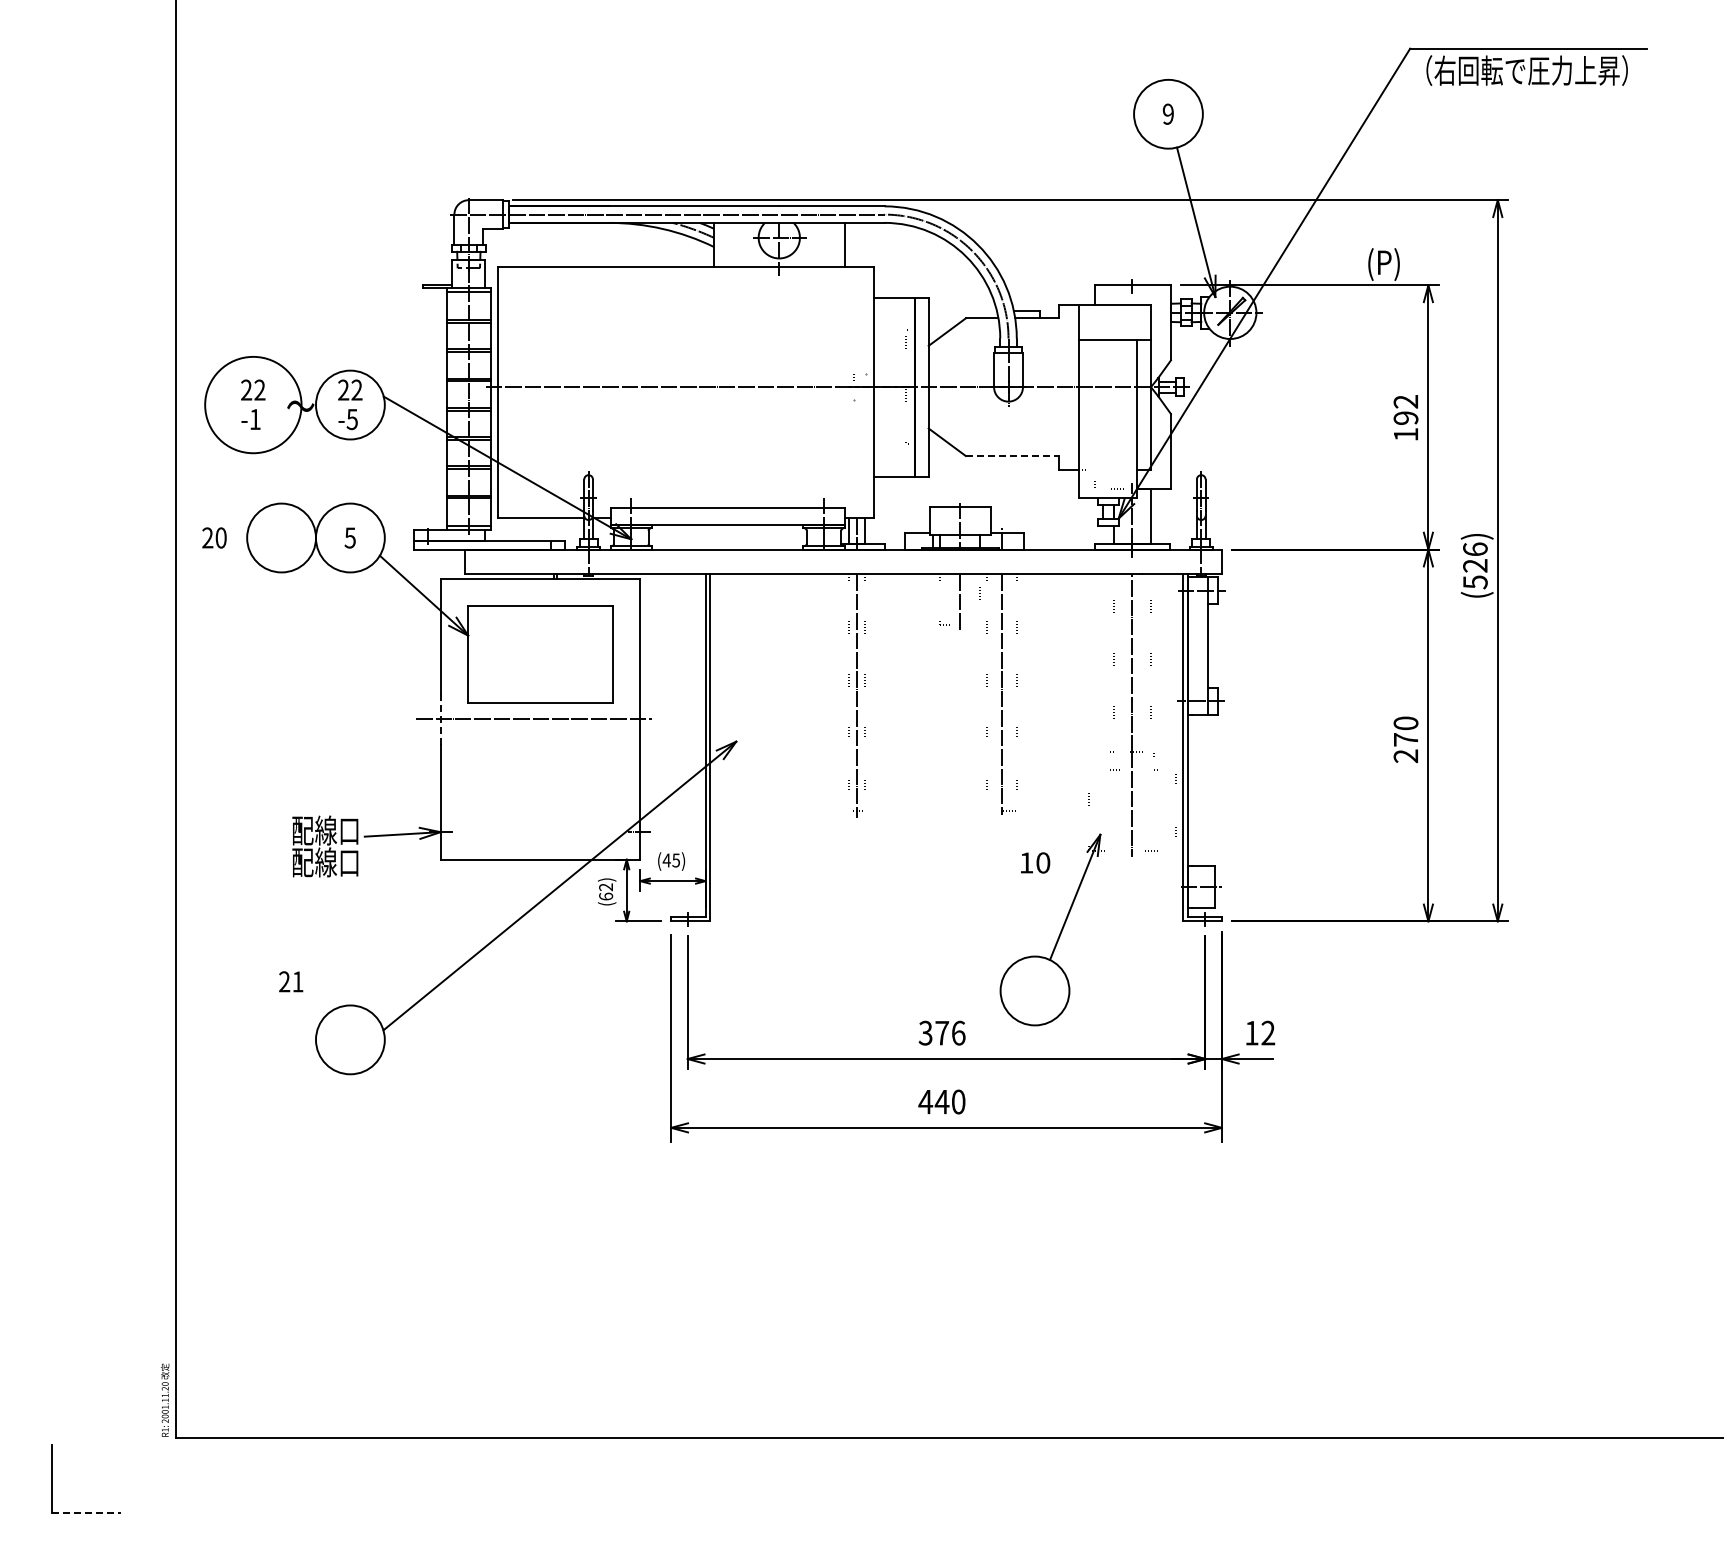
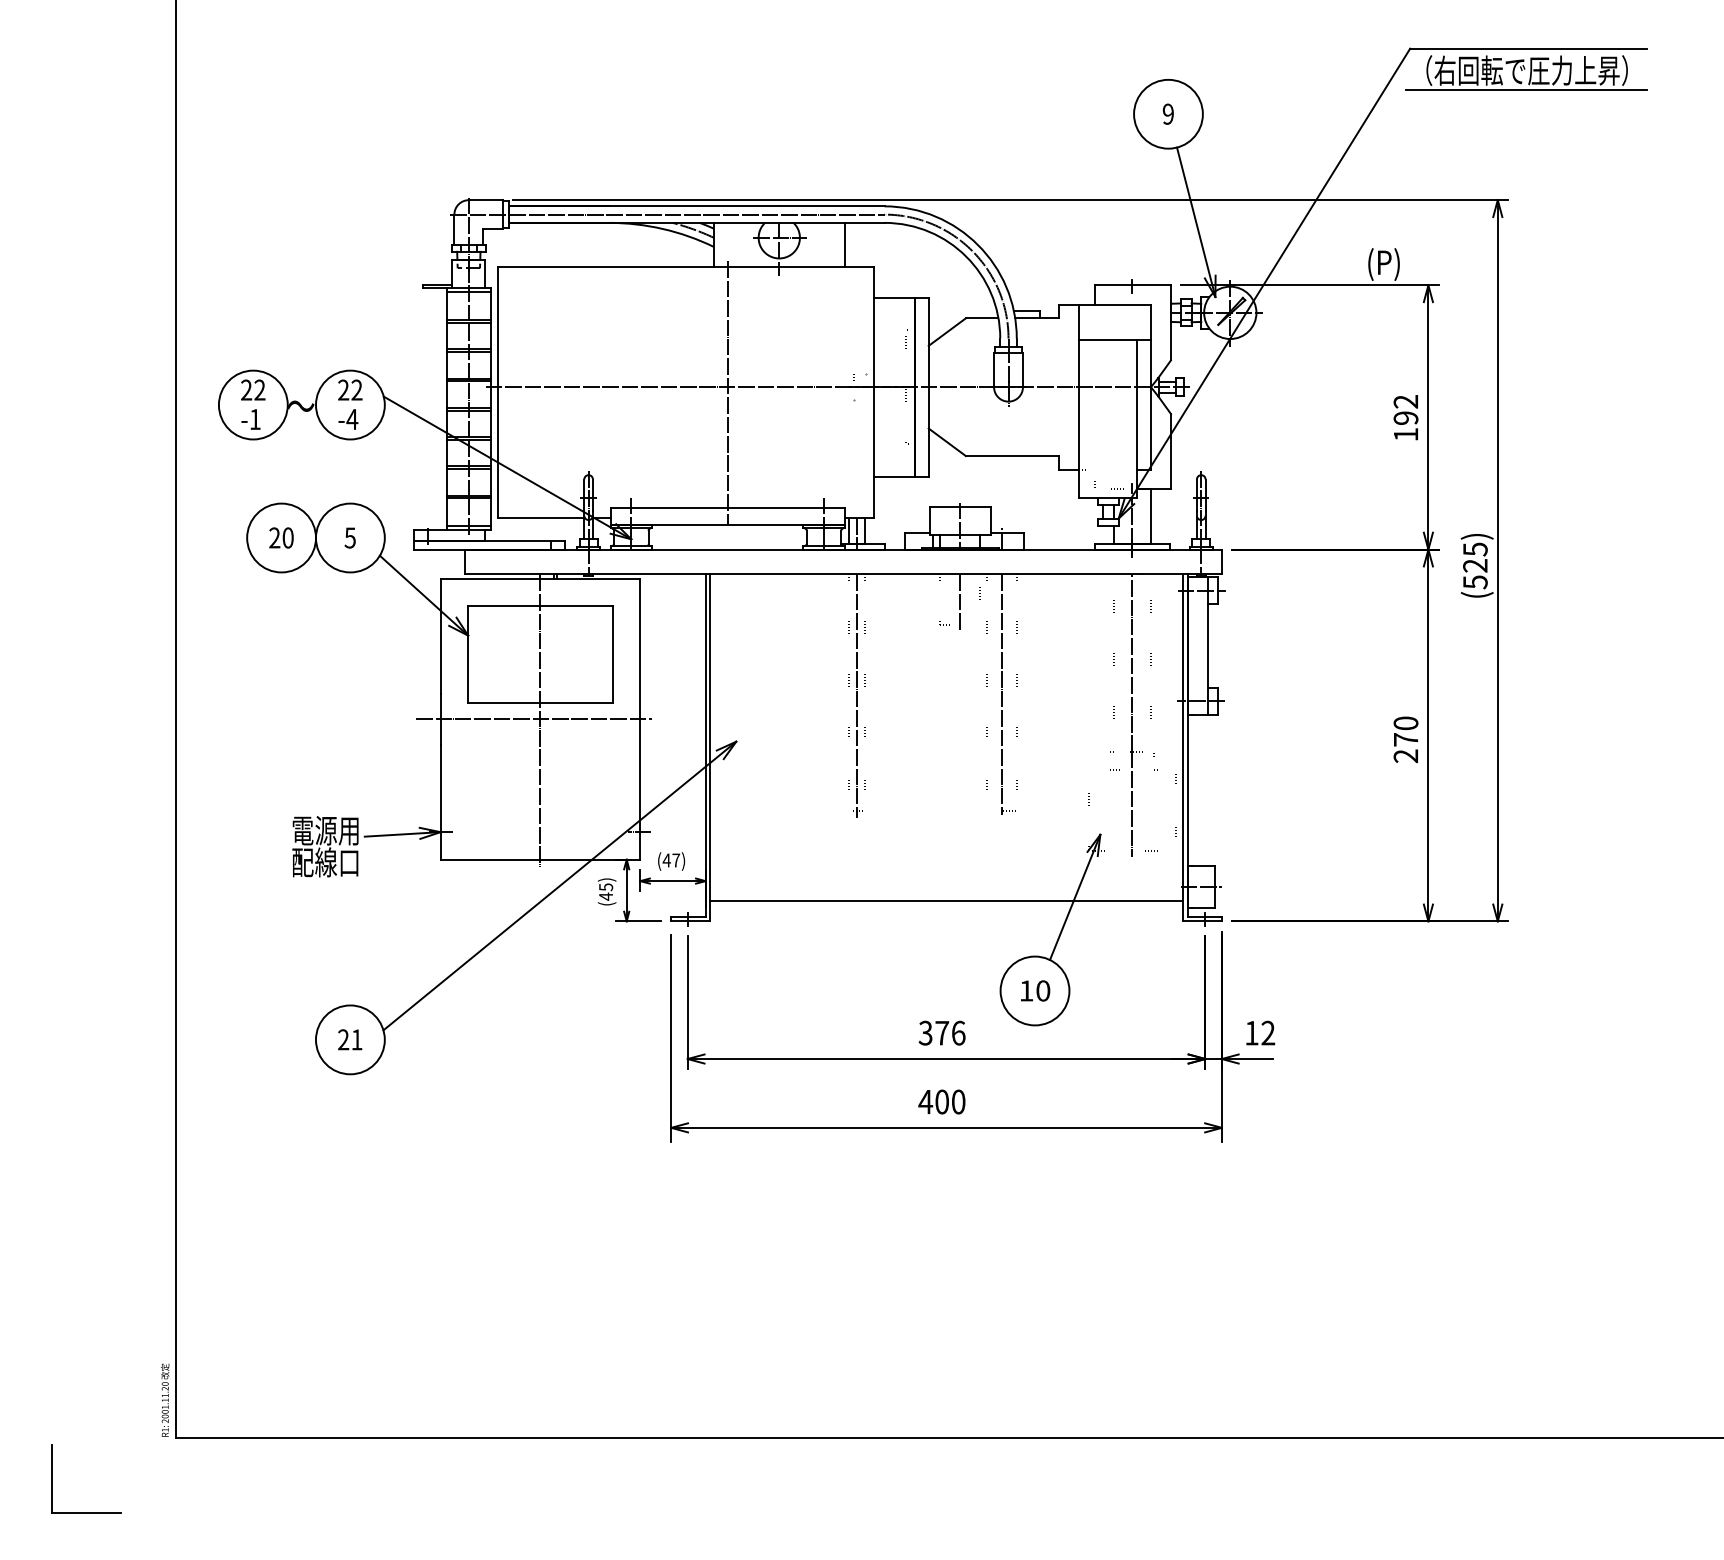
line at (1526, 89): none -> present
line at (727, 392): none -> present
circle at (253, 404) diameter: 96 px -> 69 px
text at (352, 419): -5 -> -4
line at (1012, 456): dashed -> solid
text at (214, 537) position: (214, 537) -> (281, 537)
text at (1475, 549): (526) -> (525)
line at (440, 718): dashed -> solid
line at (540, 720): none -> present
text at (325, 830): 配線口 -> 電源用
text at (676, 860): (45) -> (47)
text at (1035, 862) position: (1035, 862) -> (1035, 990)
text at (606, 891): (62) -> (45)
line at (946, 900): none -> present
text at (291, 981) position: (291, 981) -> (350, 1039)
text at (941, 1101): 440 -> 400
line at (86, 1513): dashed -> solid
